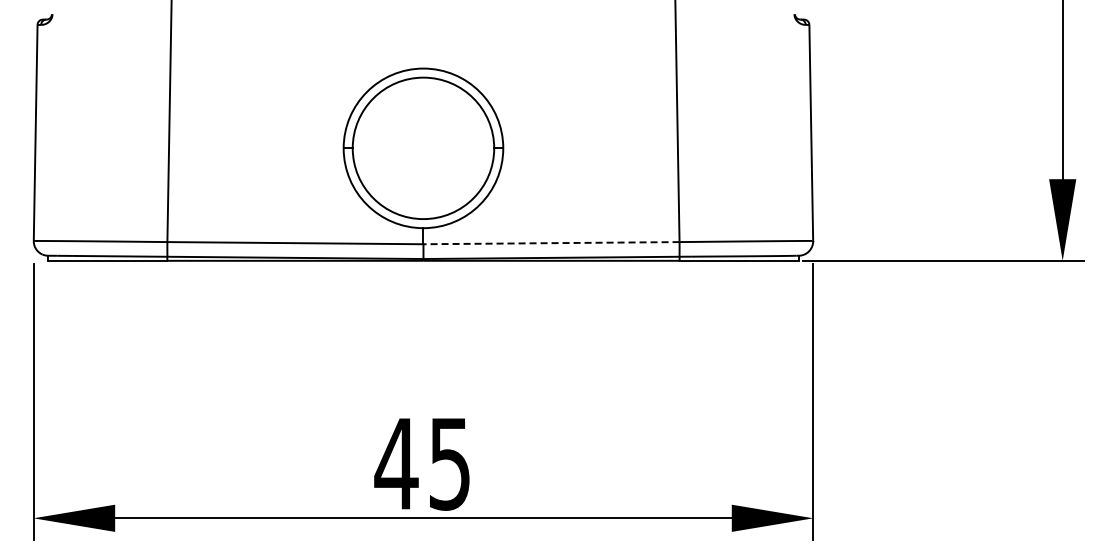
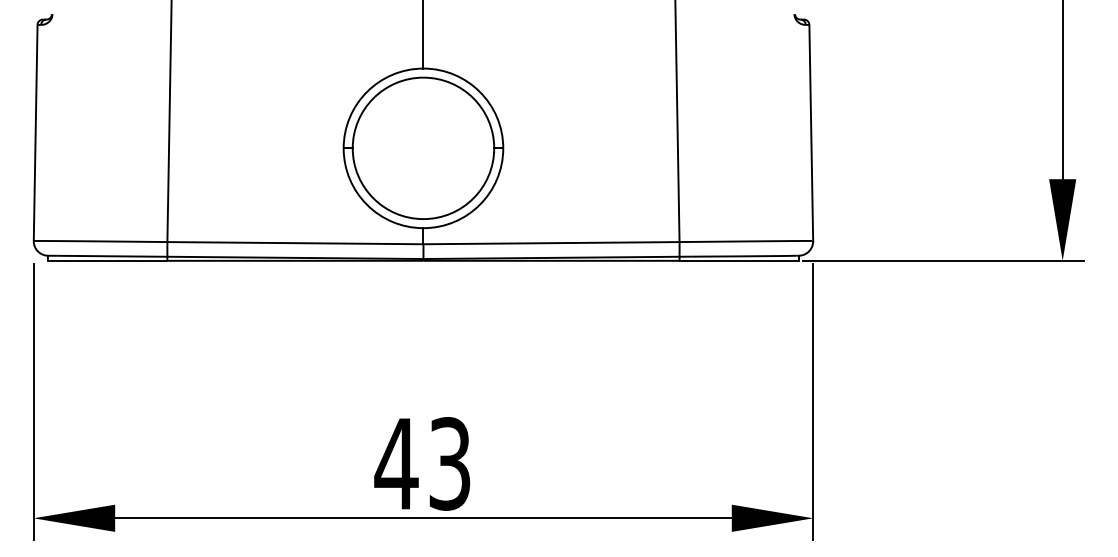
line at (423, 35): none -> present
line at (551, 243): dashed -> solid
text at (450, 463): 45 -> 43
